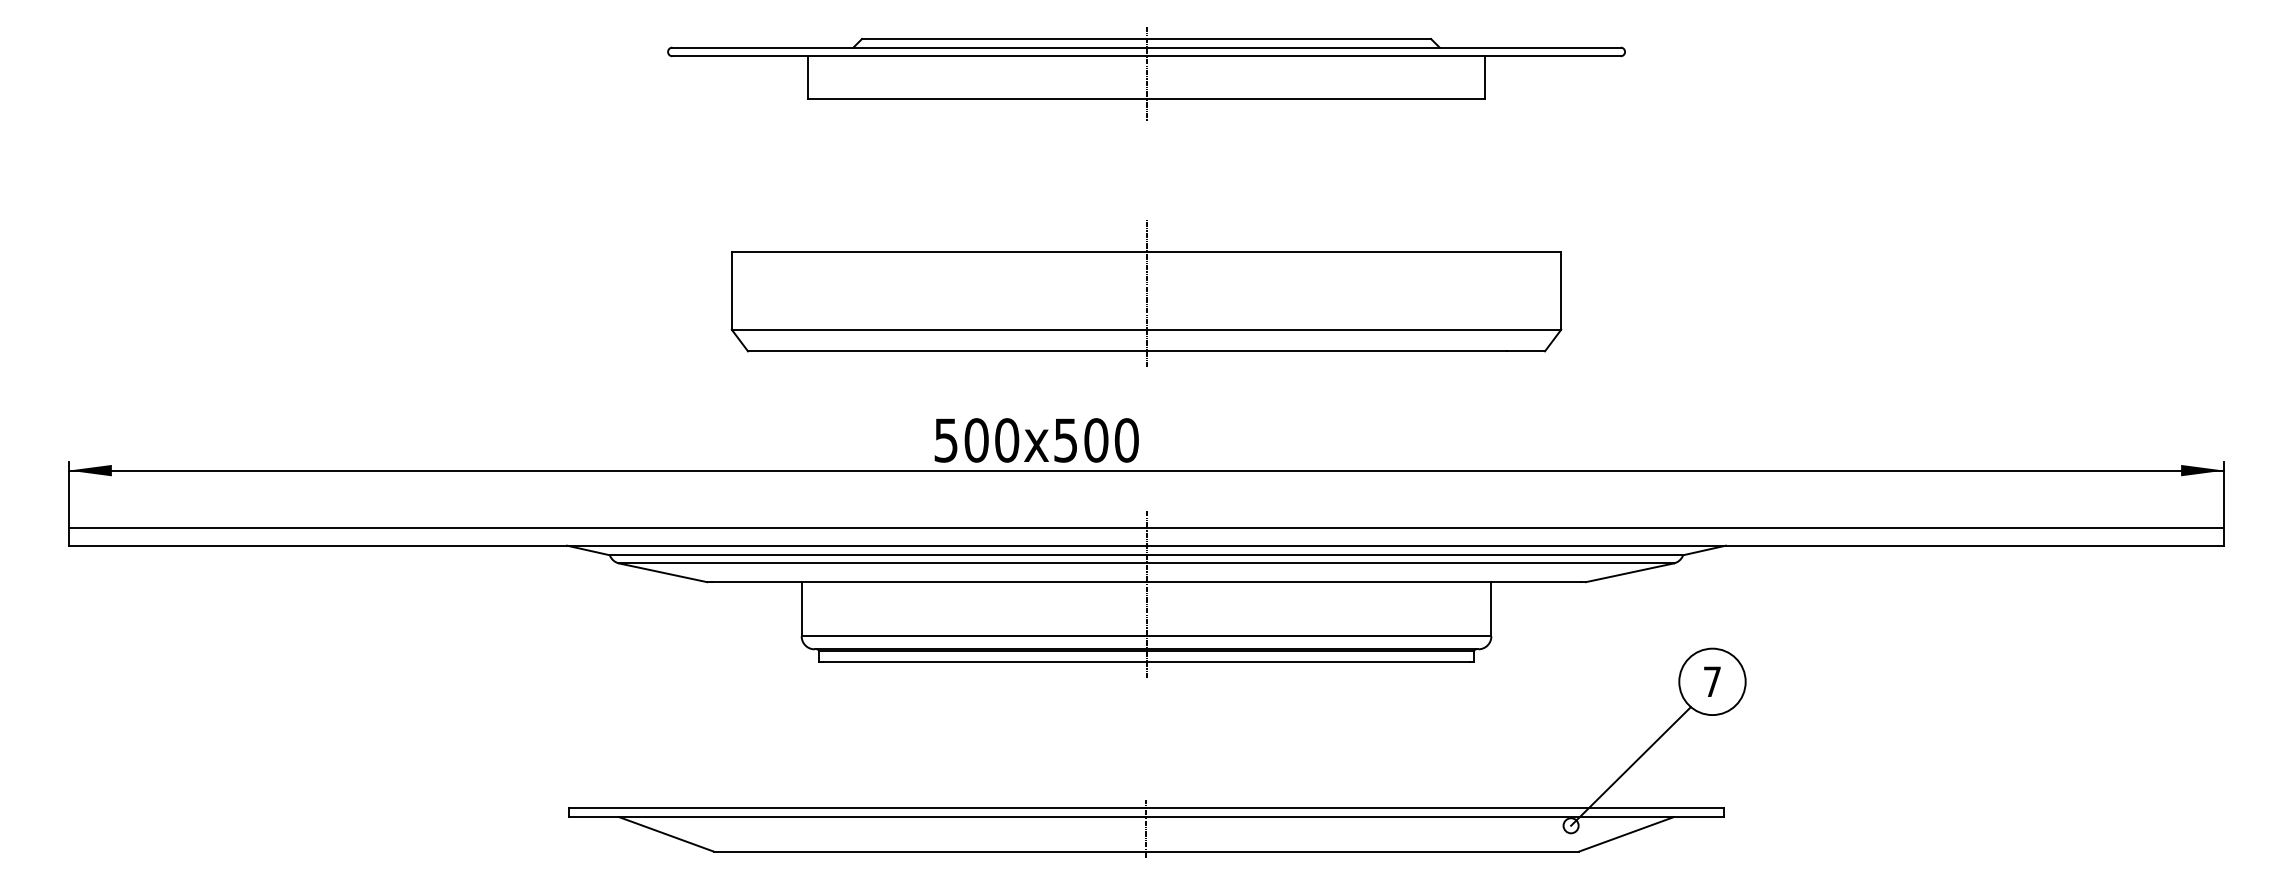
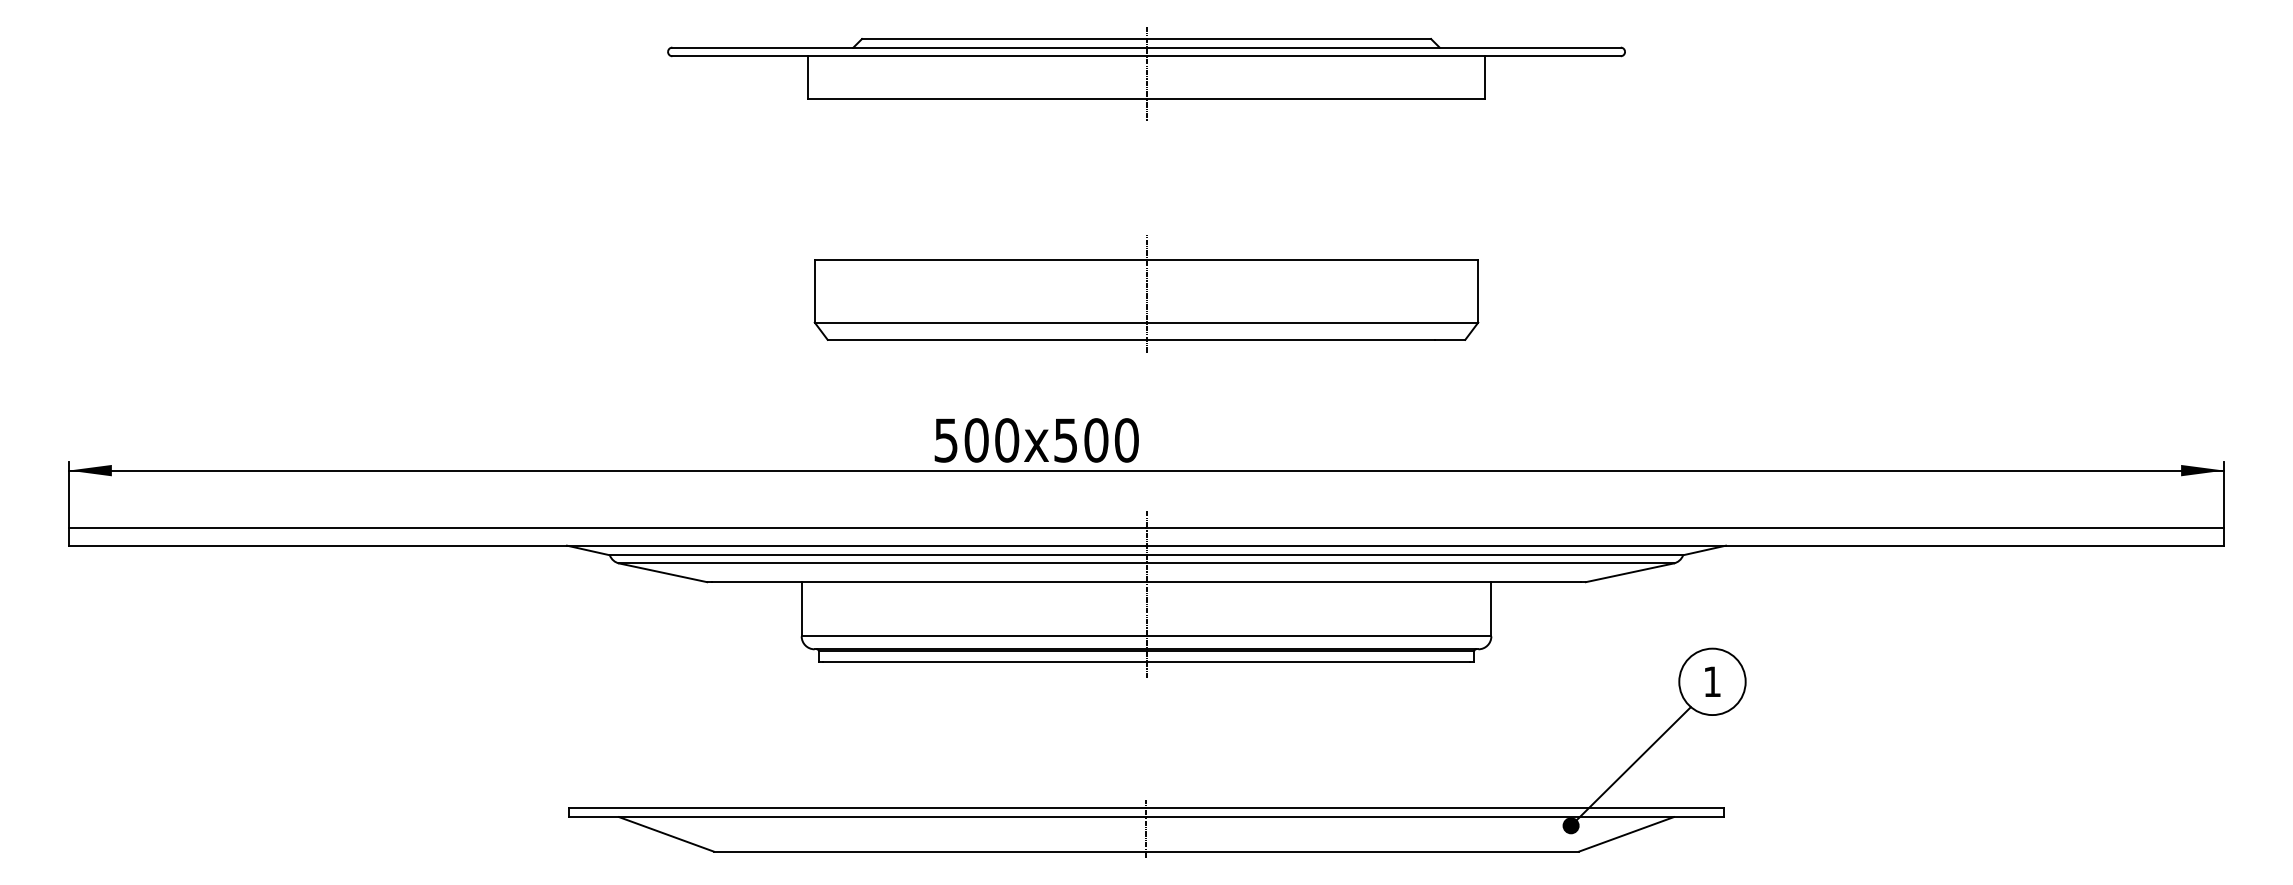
part at (1146, 293) size: 833x147 px -> 667x118 px
text at (1712, 681): 7 -> 1
fill at (1570, 825): none -> present
